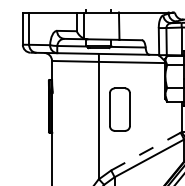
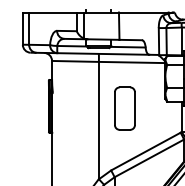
part at (119, 109) position: (119, 109) -> (124, 108)
line at (145, 151): dashed -> solid
